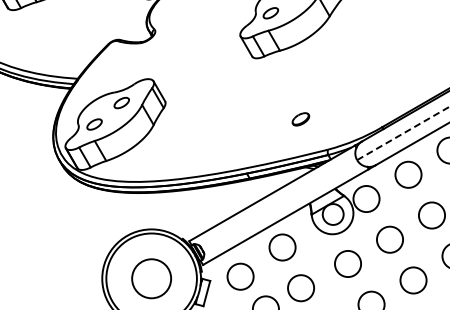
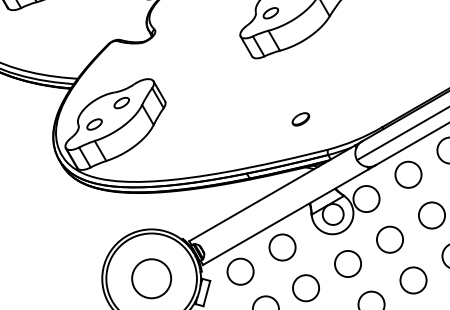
line at (403, 133): dashed -> solid
circle at (240, 276) position: (240, 276) -> (240, 271)
circle at (300, 288) position: (300, 288) -> (305, 288)
